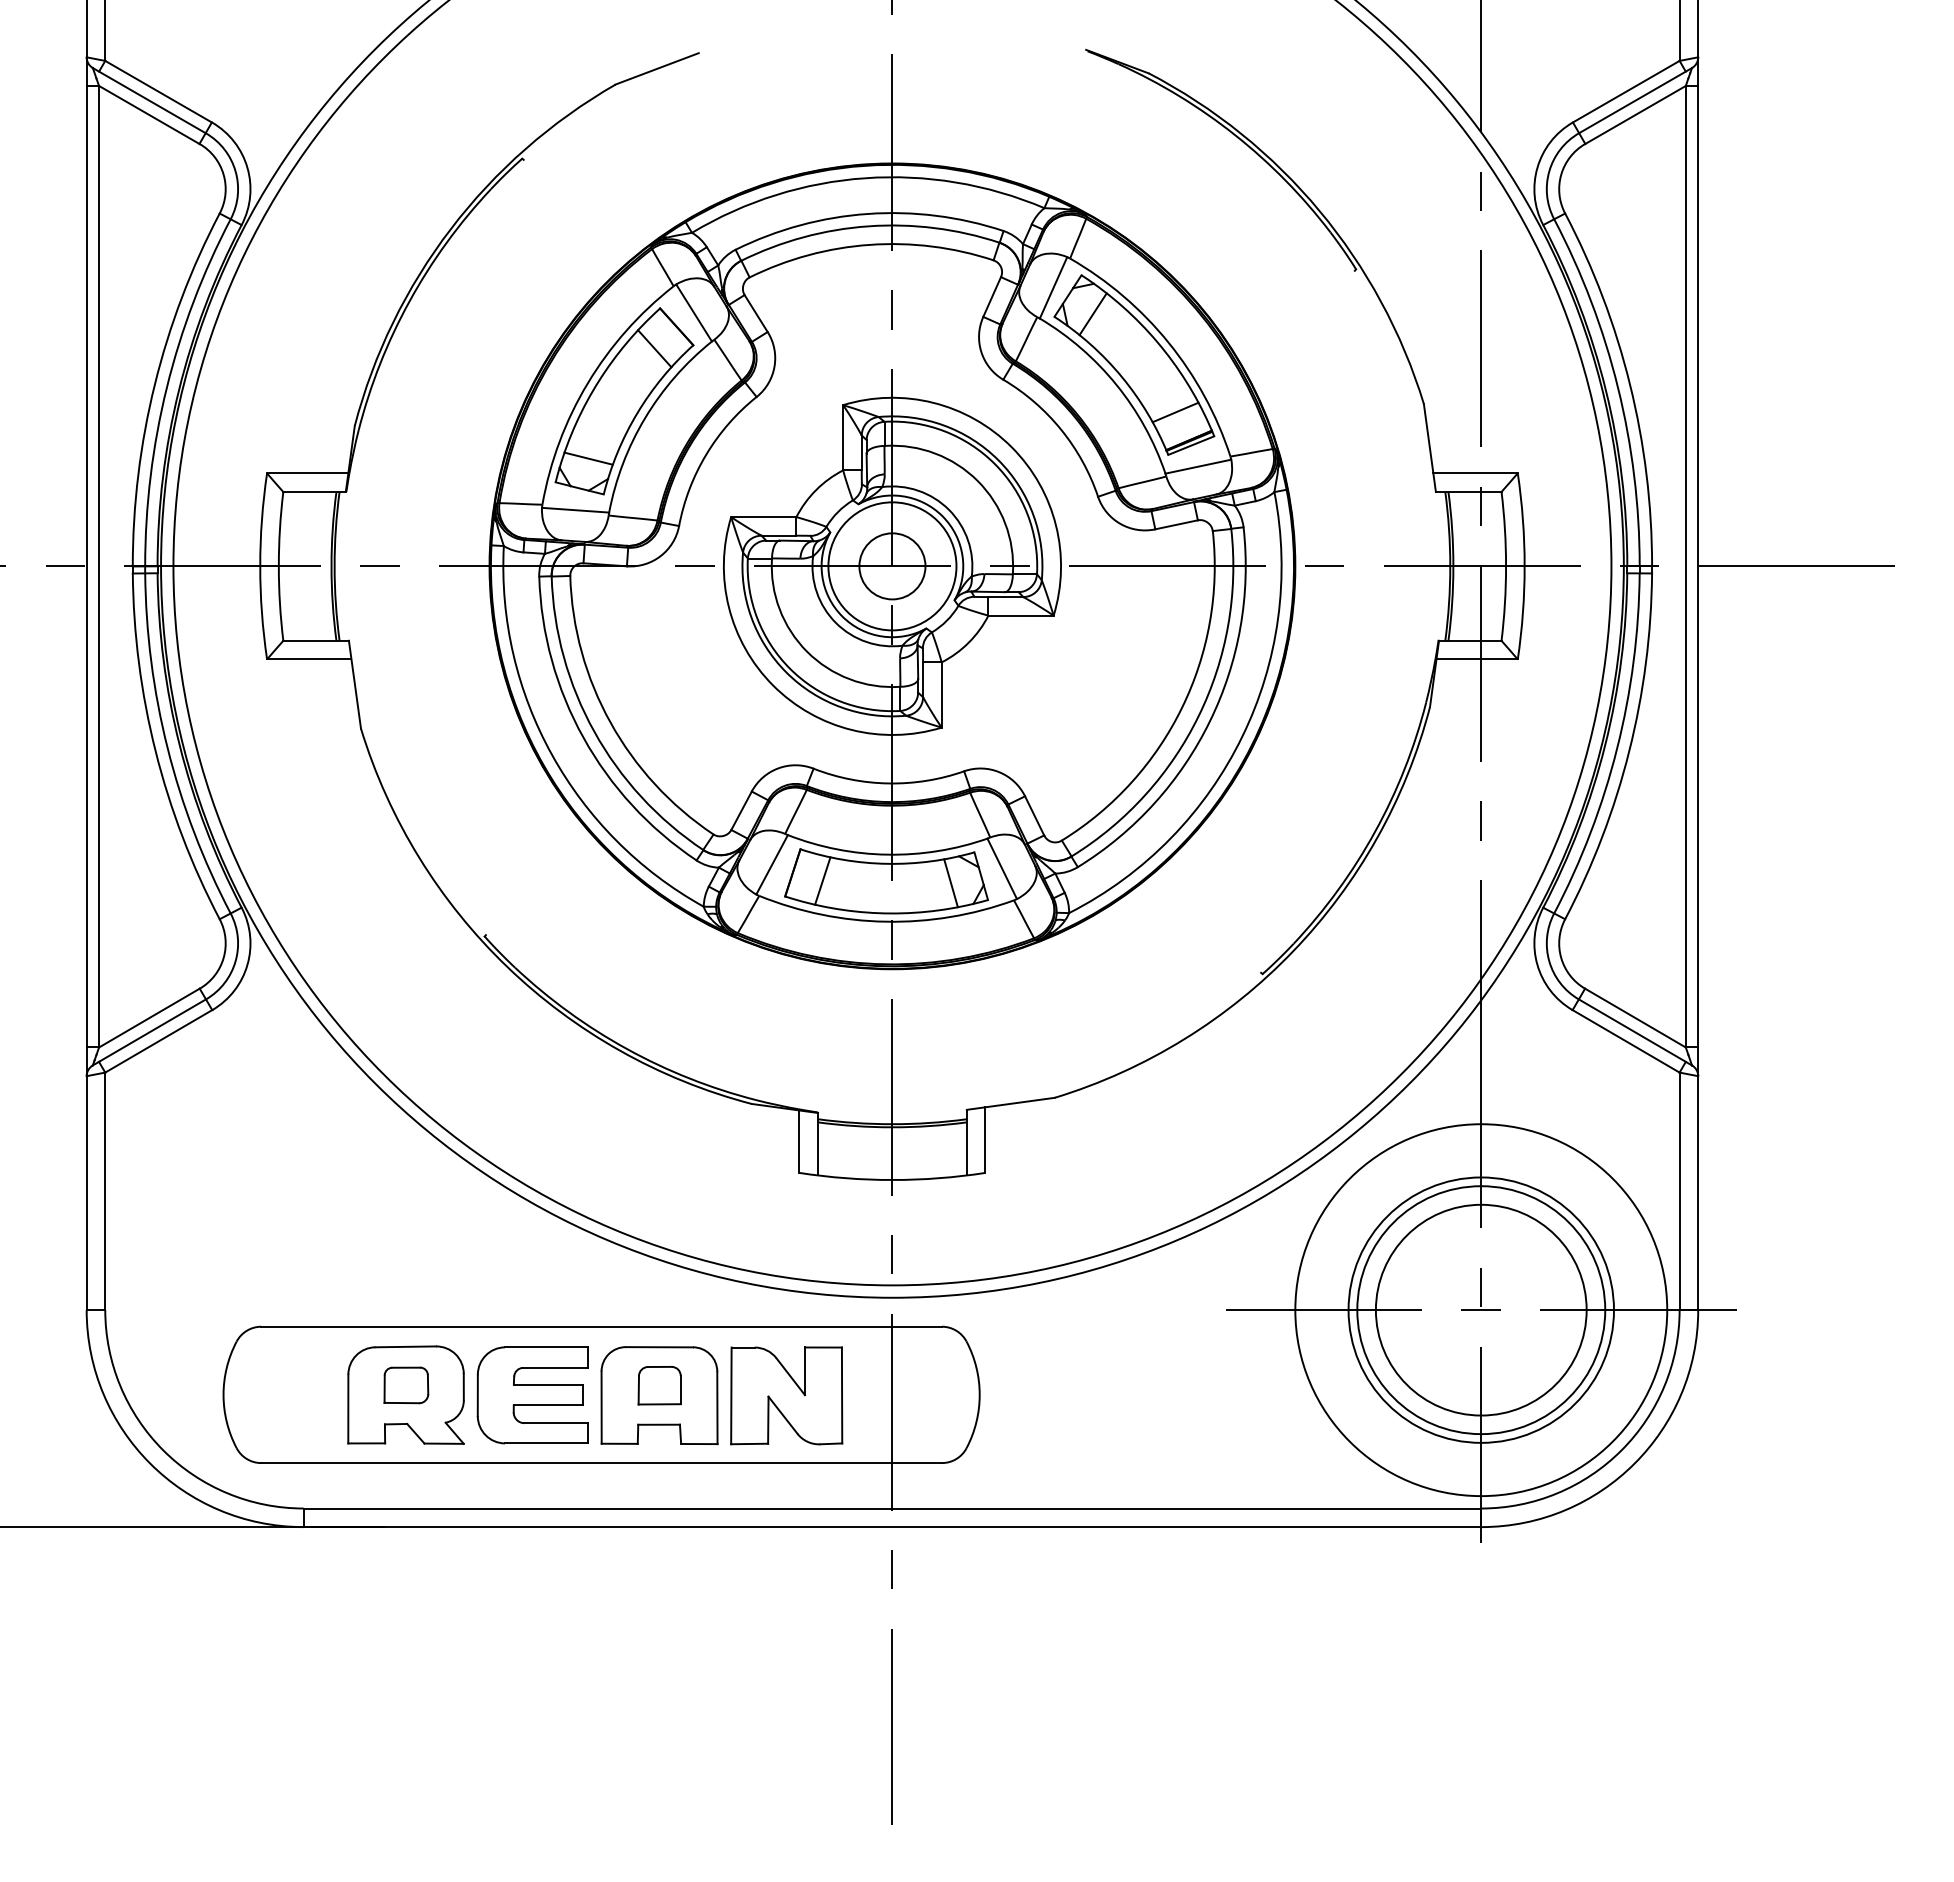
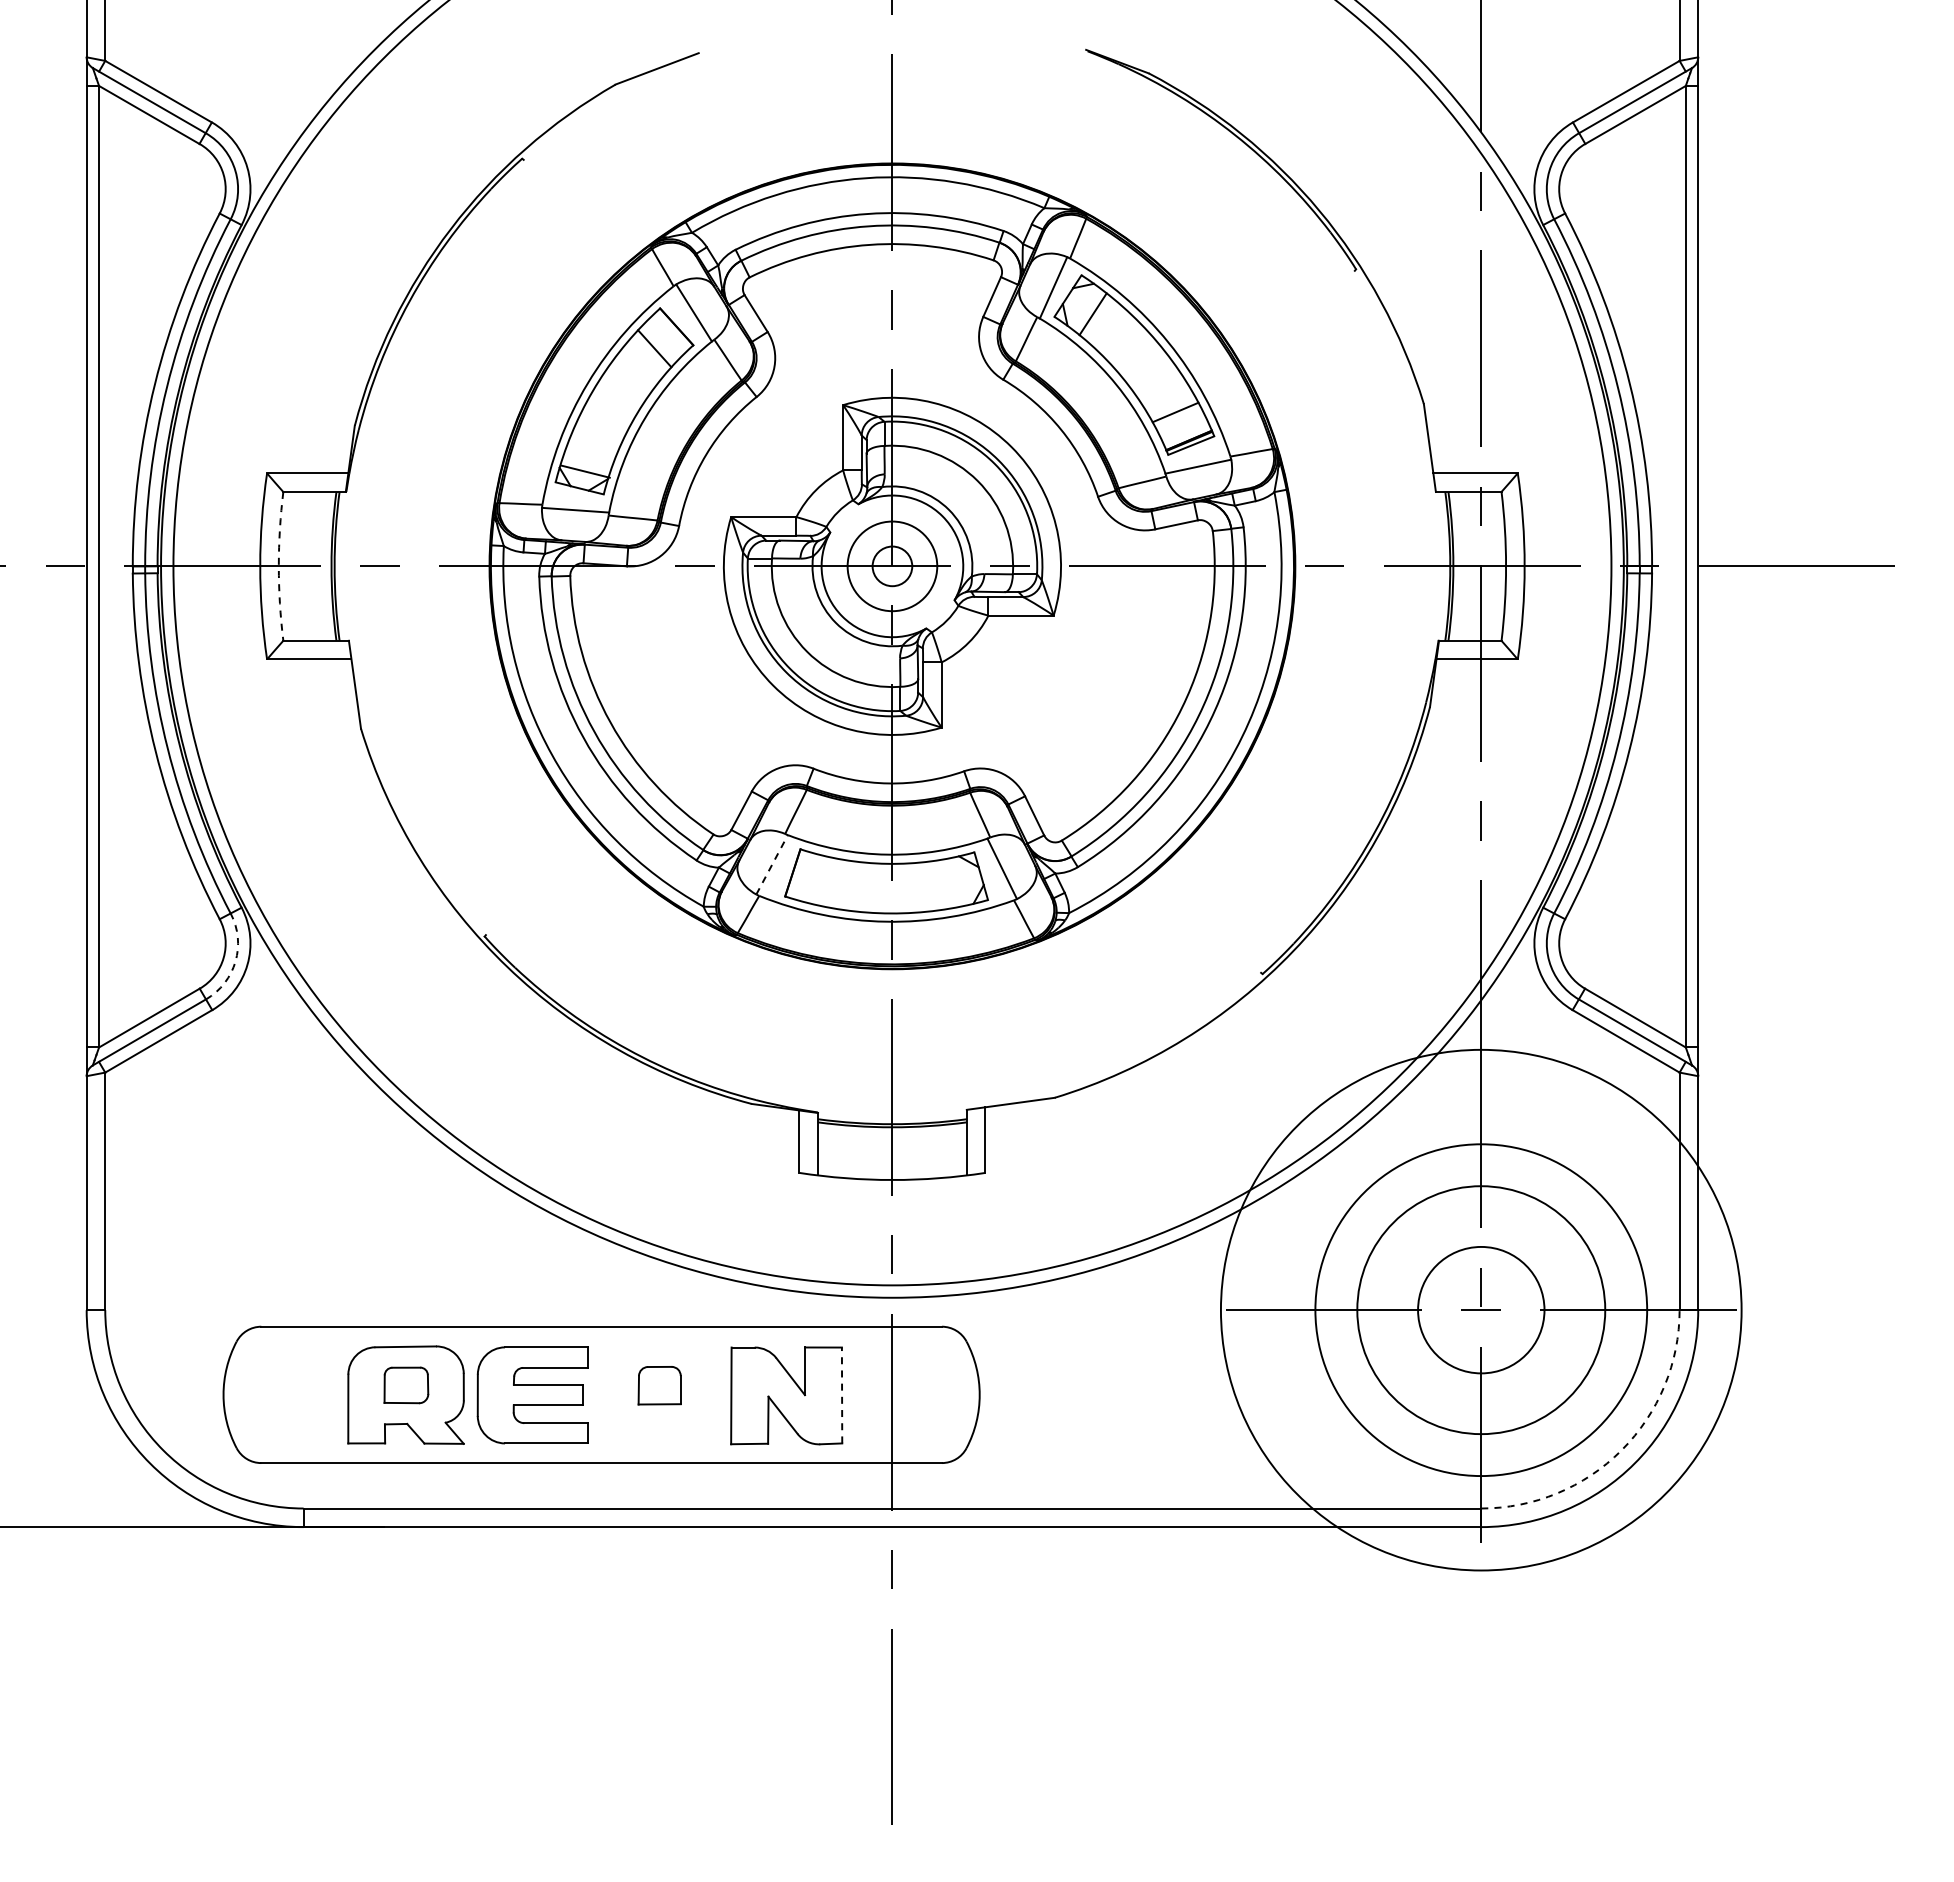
line at (588, 458) position: (588, 458) -> (585, 471)
arc at (278, 566): solid -> dashed
circle at (892, 566) diameter: 128 px -> 90 px
circle at (892, 566) diameter: 66 px -> 40 px
line at (772, 864): solid -> dashed
line at (822, 880): present -> none
line at (950, 883): present -> none
arc at (235, 961): solid -> dashed
circle at (1480, 1309) diameter: 211 px -> 126 px
circle at (1480, 1309) diameter: 265 px -> 332 px
circle at (1481, 1310) diameter: 372 px -> 521 px
part at (659, 1395): present -> none
line at (842, 1395): solid -> dashed
arc at (1621, 1450): solid -> dashed
